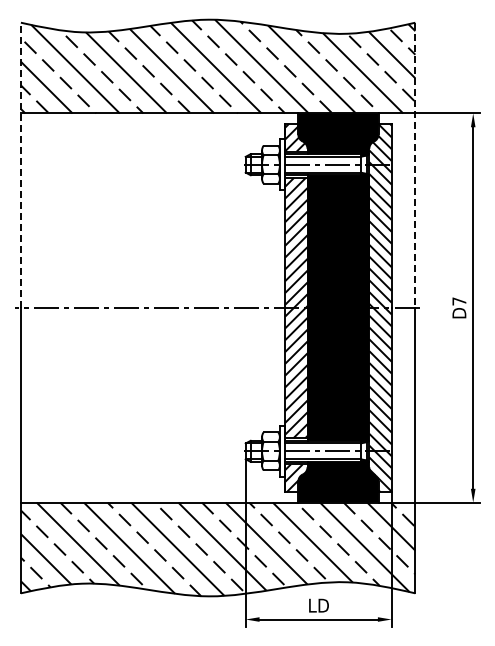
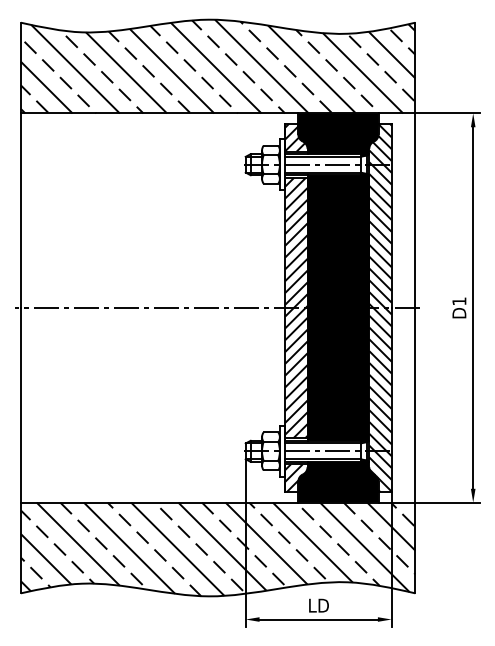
line at (20, 165): dashed -> solid
line at (415, 165): dashed -> solid
text at (459, 301): D7 -> D1
